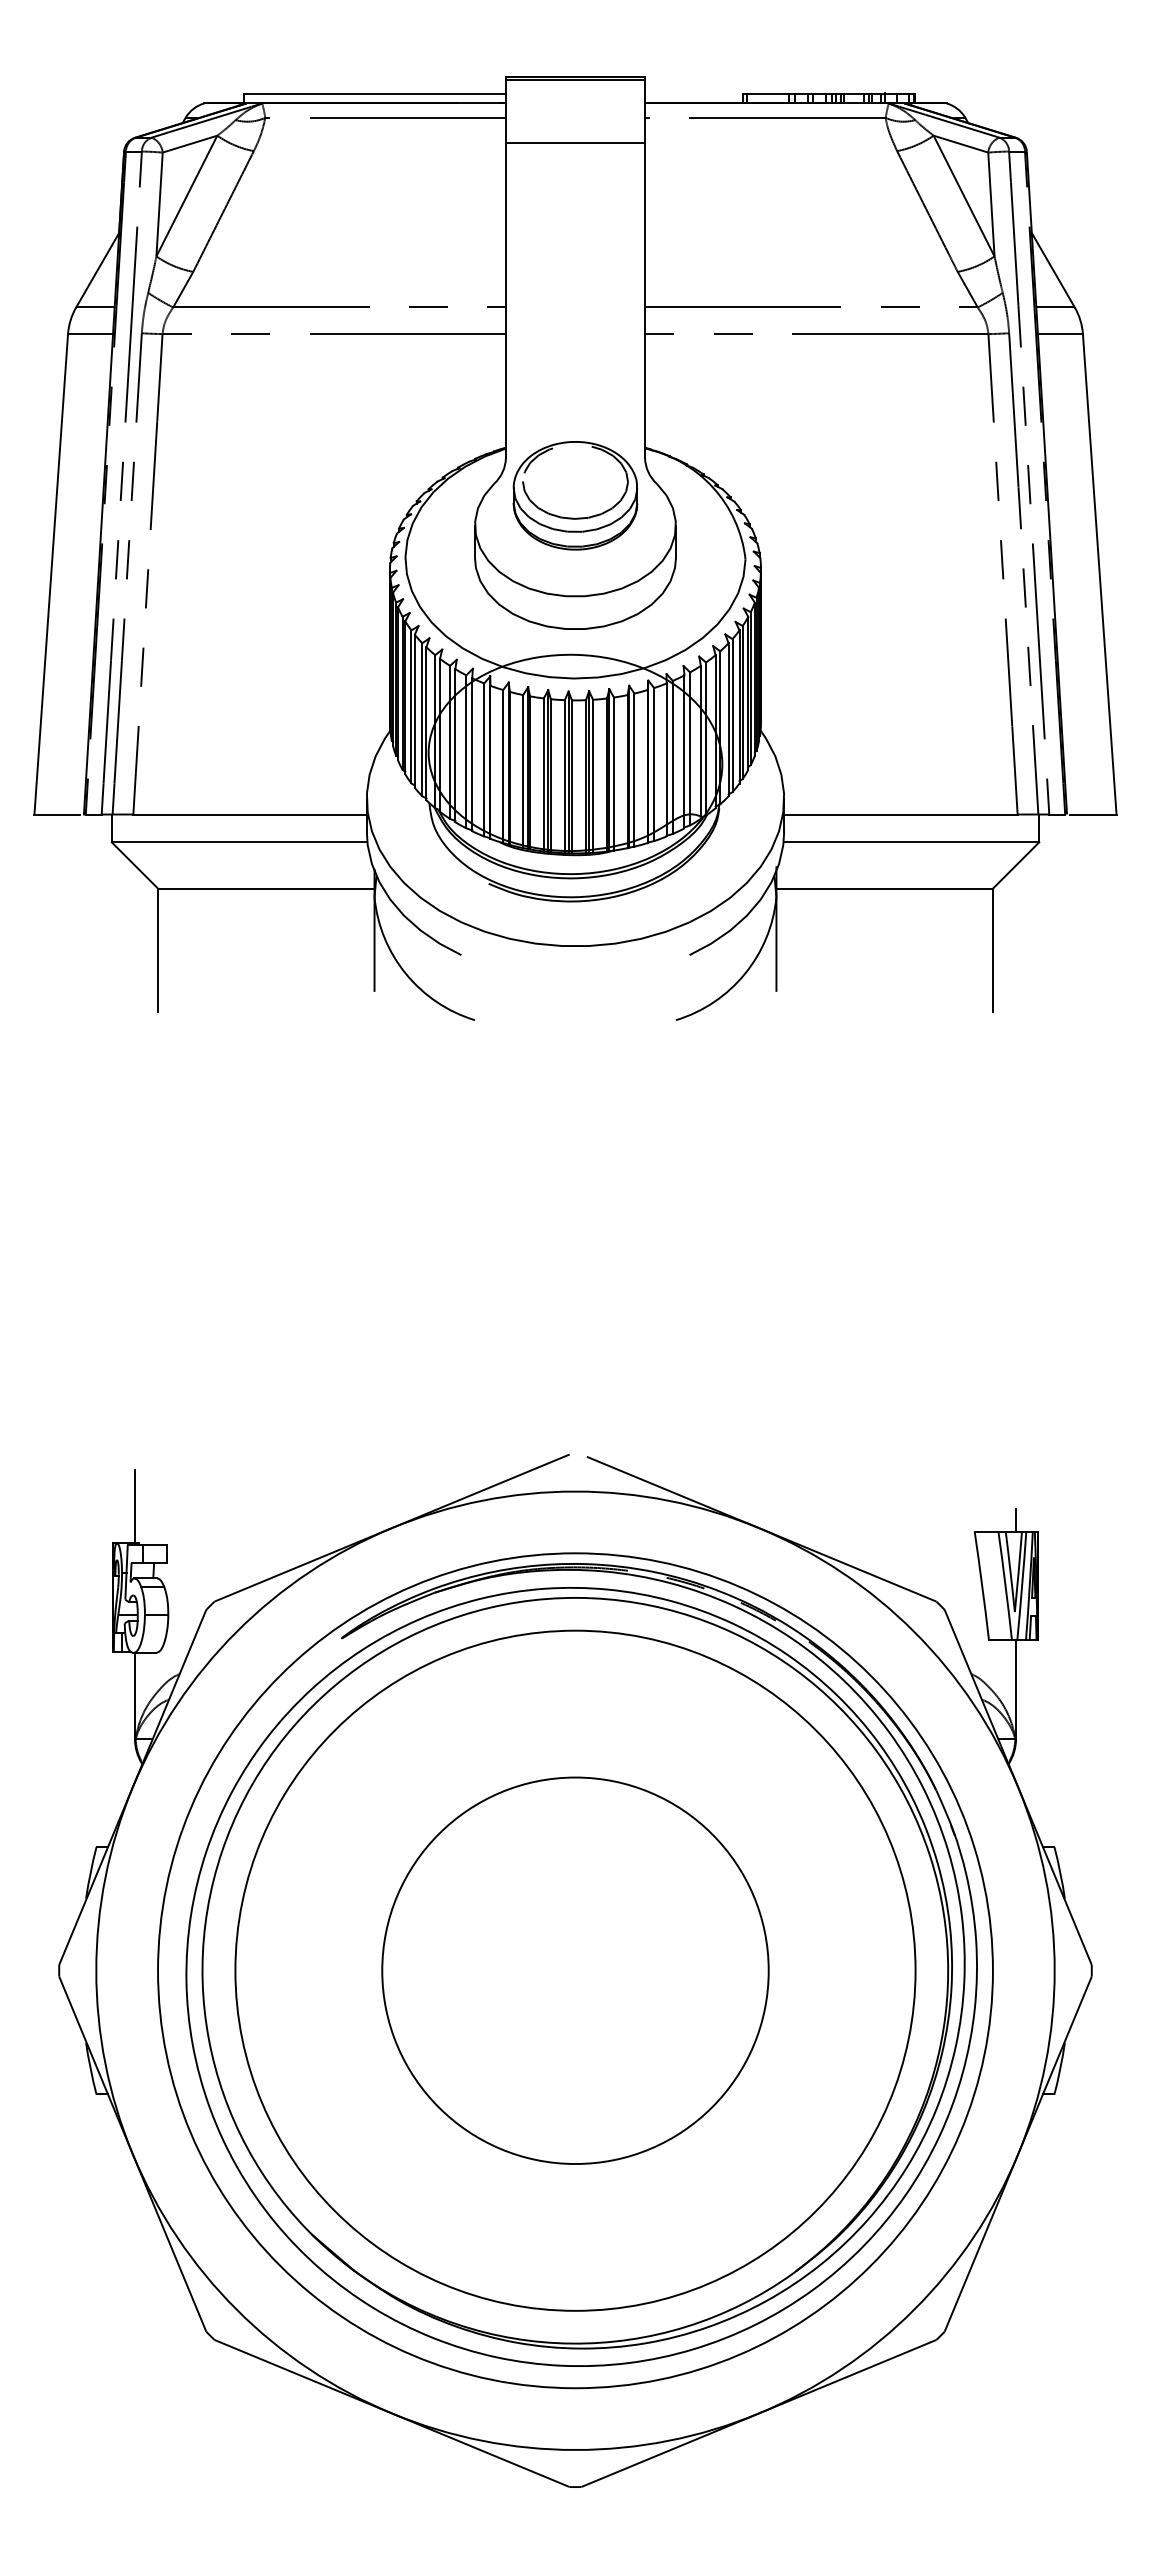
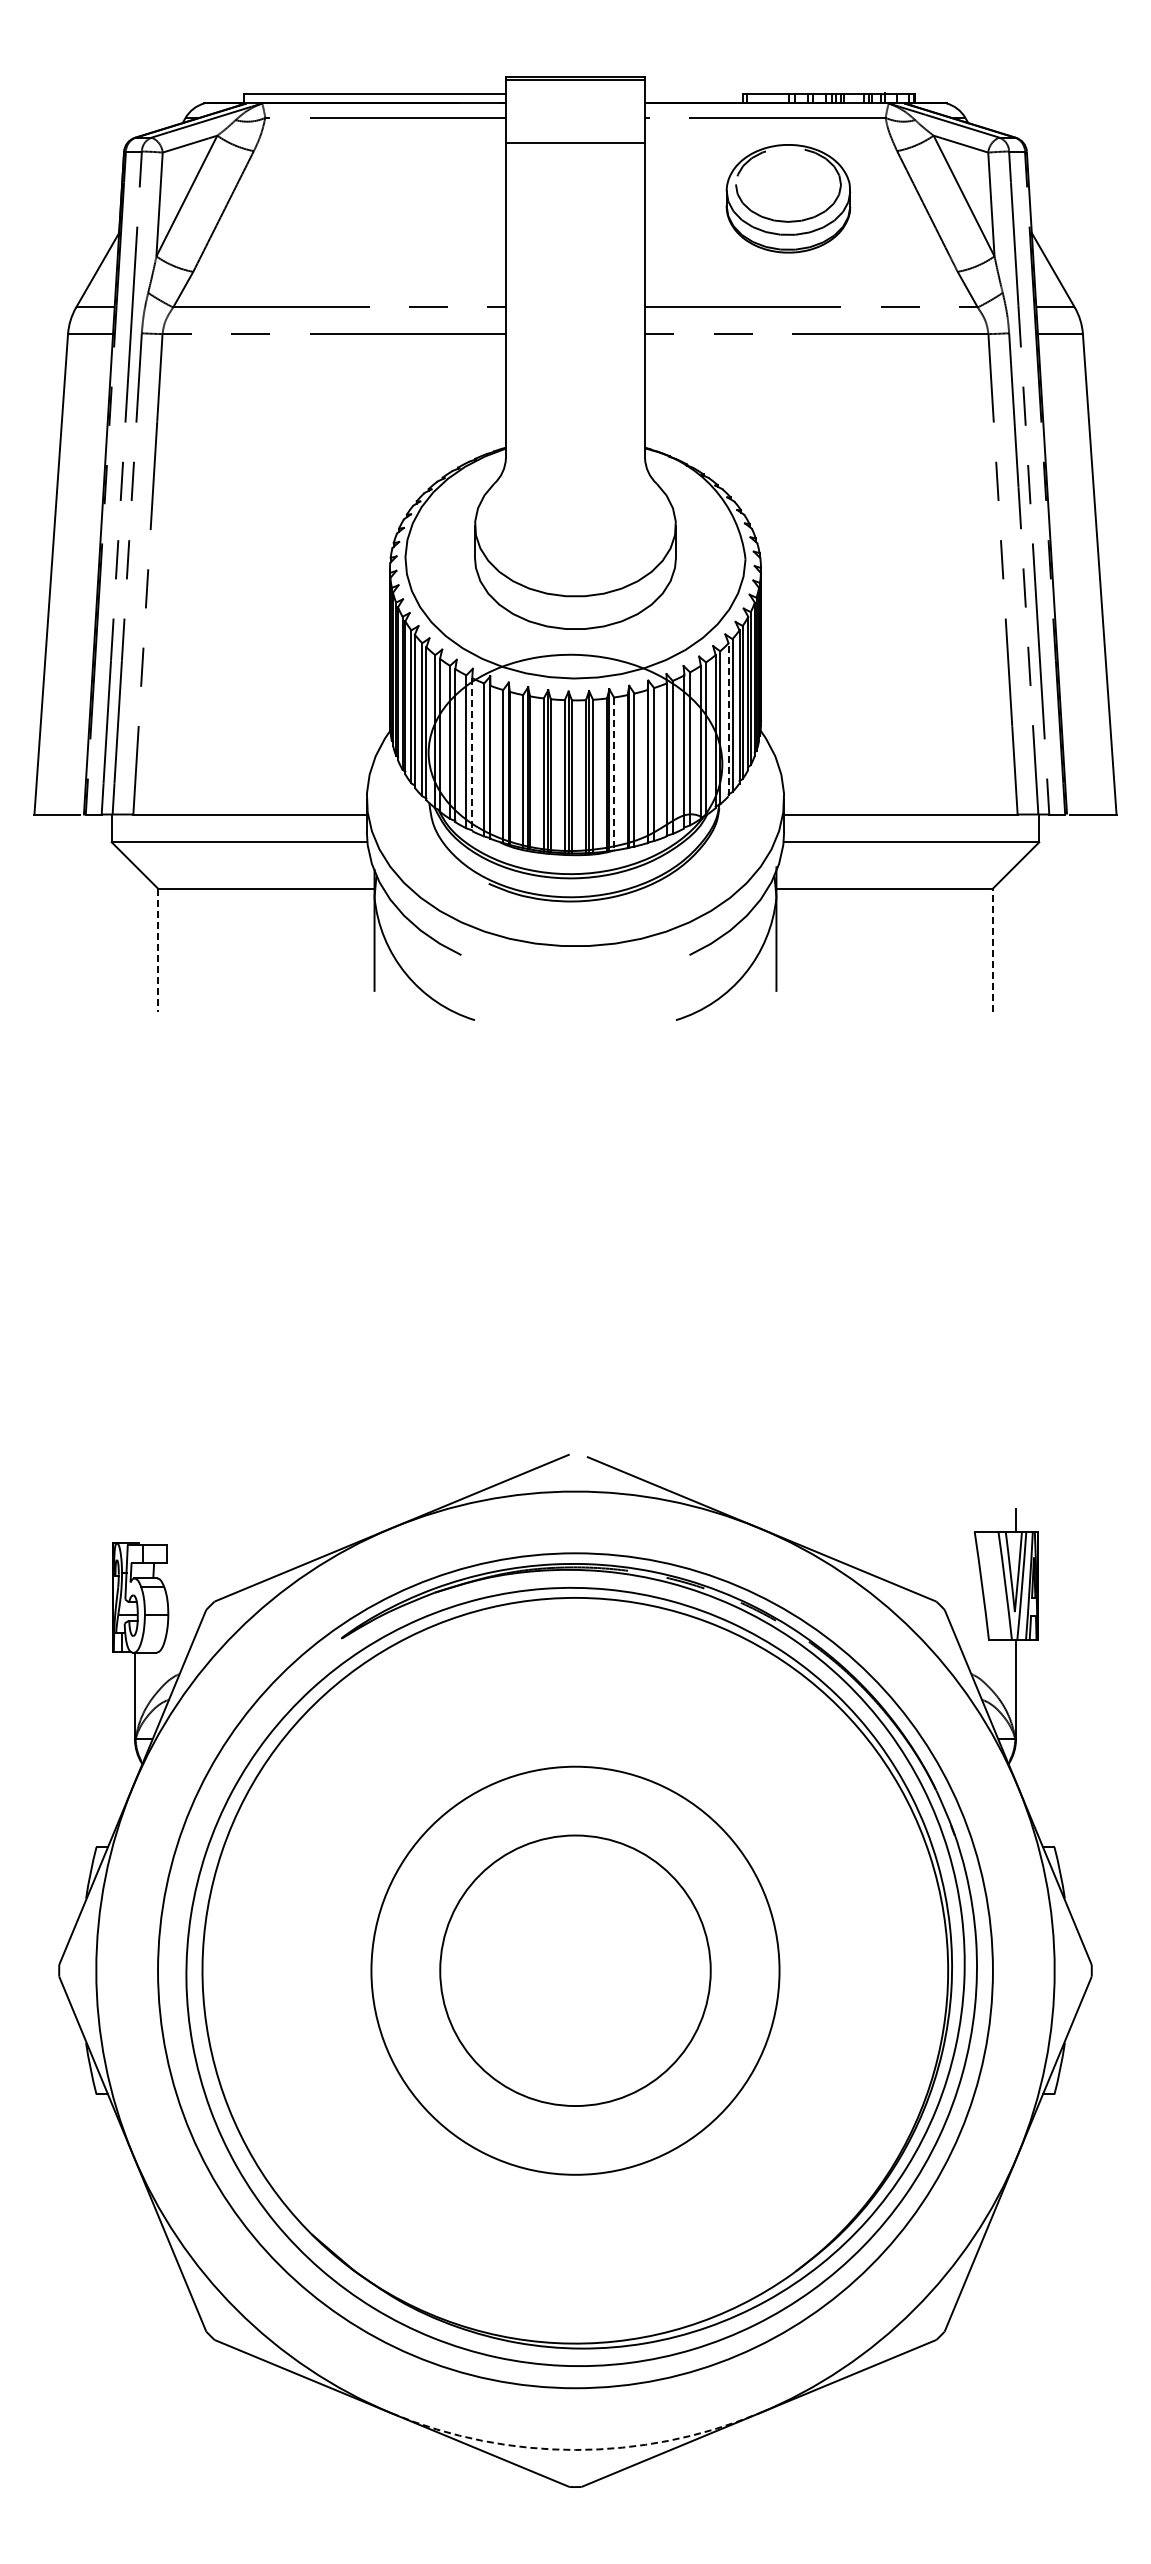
part at (575, 495) position: (575, 495) -> (788, 198)
line at (728, 719): solid -> dashed
line at (472, 754): solid -> dashed
line at (614, 774): solid -> dashed
line at (158, 950): solid -> dashed
line at (992, 950): solid -> dashed
line at (134, 1506): present -> none
circle at (575, 1970) diameter: 386 px -> 271 px
circle at (575, 1970) diameter: 680 px -> 408 px
arc at (575, 2449): solid -> dashed
